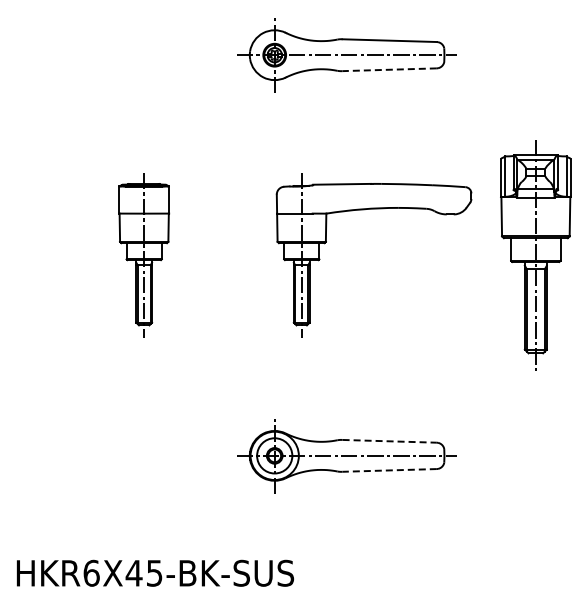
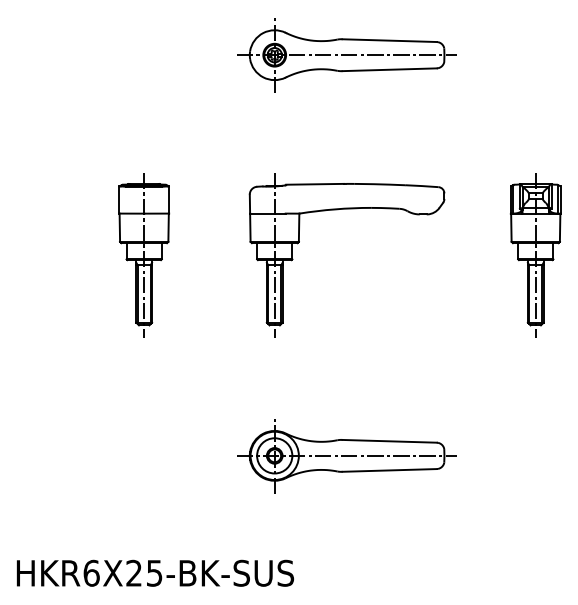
line at (389, 69): dashed -> solid
part at (364, 210) position: (364, 210) -> (337, 210)
part at (535, 255) size: 72x231 px -> 53x165 px
line at (390, 441): dashed -> solid
line at (389, 470): dashed -> solid
text at (133, 572): HKR6X45-BK-SUS -> HKR6X25-BK-SUS
